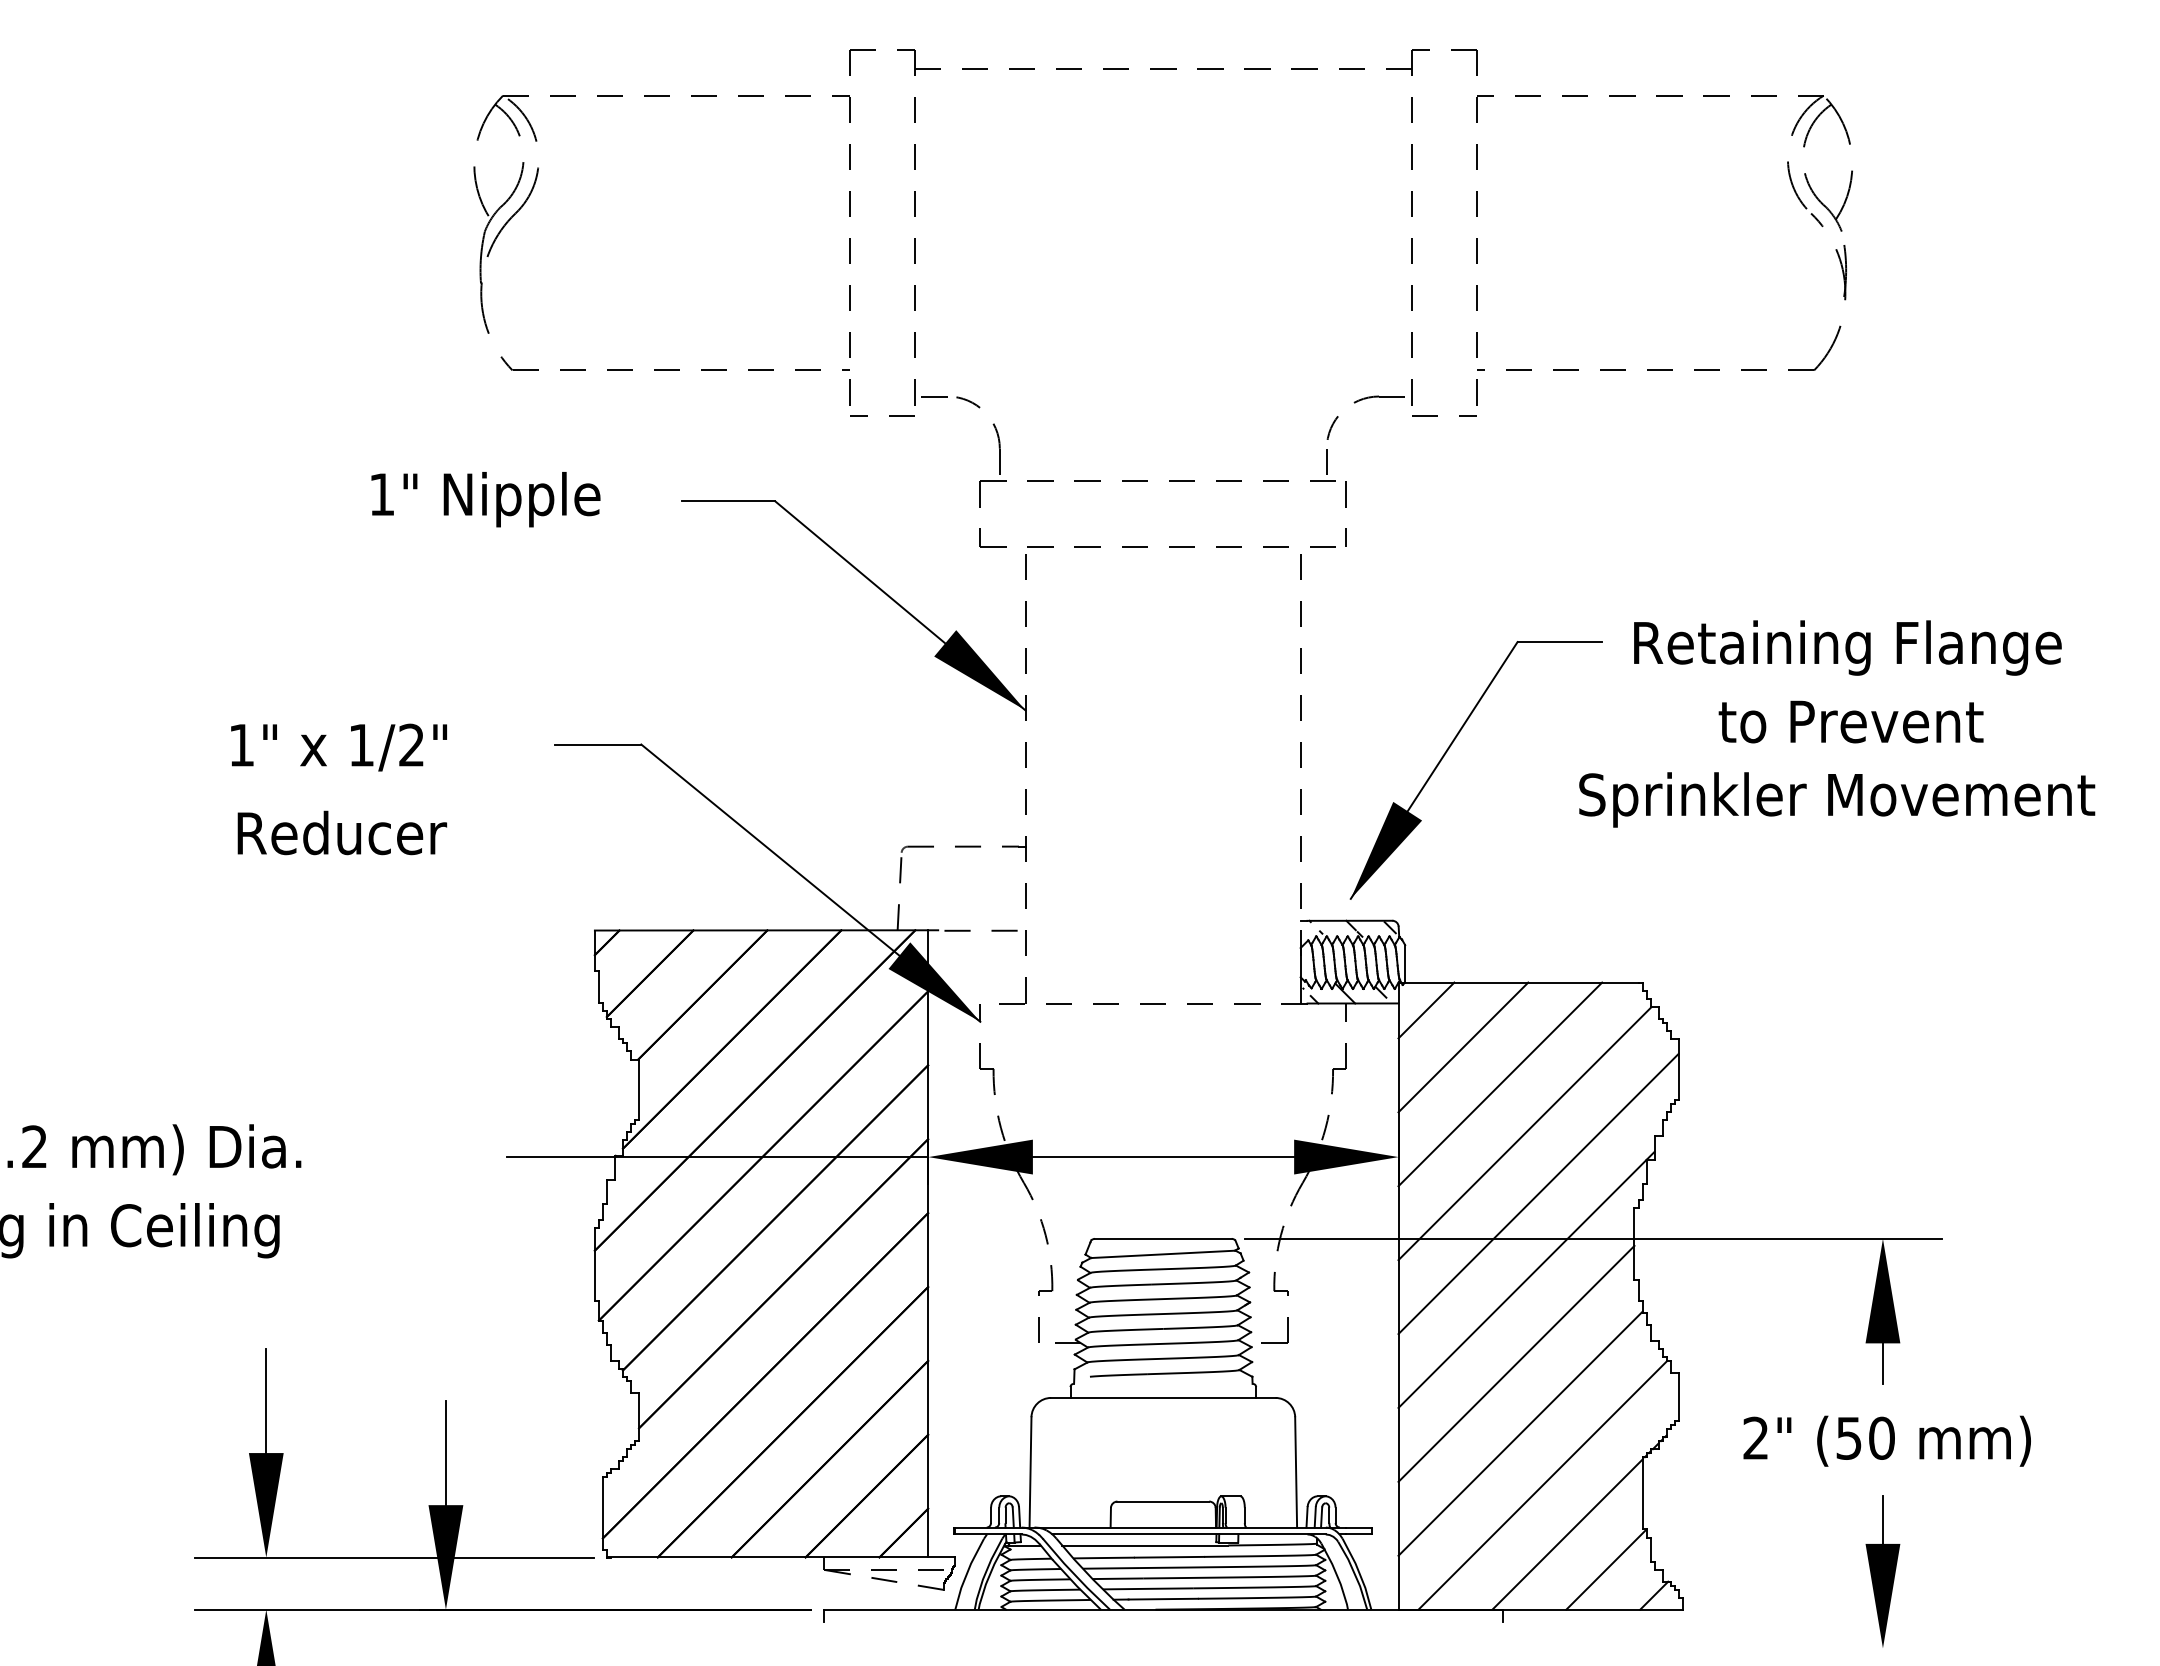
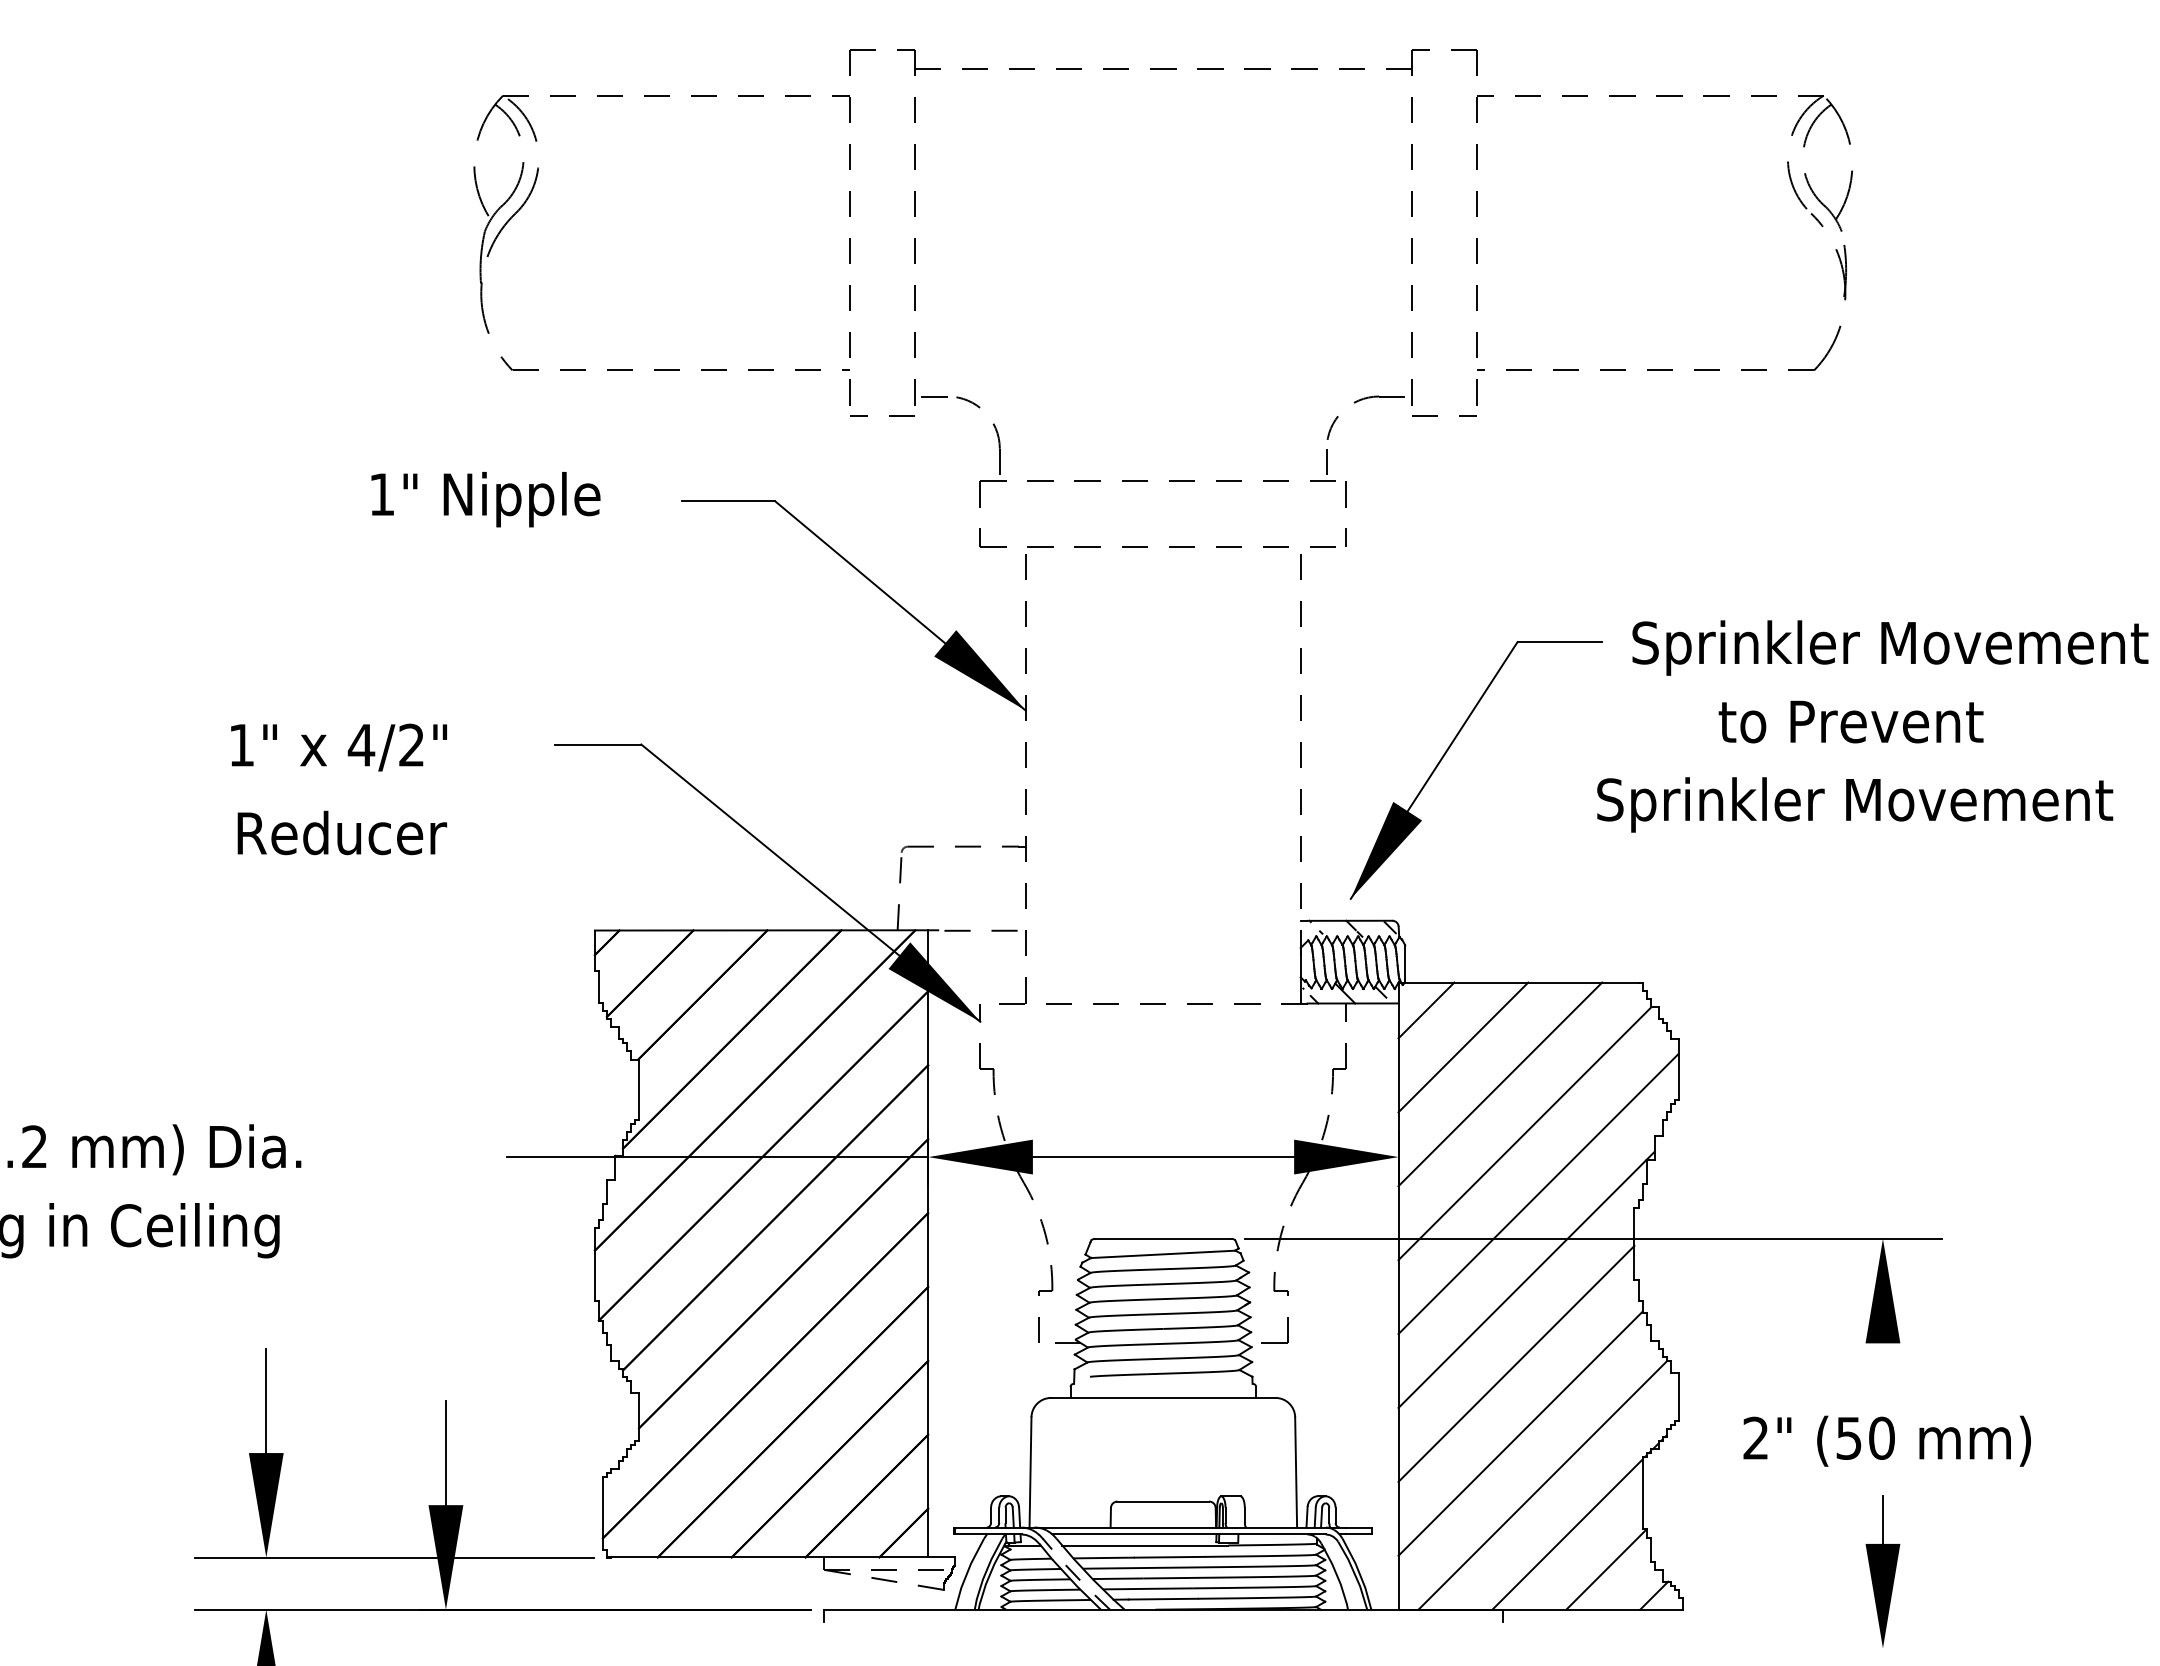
text at (1890, 647): Retaining Flange -> Sprinkler Movement
text at (361, 745): 1/2" -> 4/2"
text at (1837, 799) position: (1837, 799) -> (1855, 804)
line at (1882, 1363): present -> none
line at (1075, 1575): solid -> dashed
